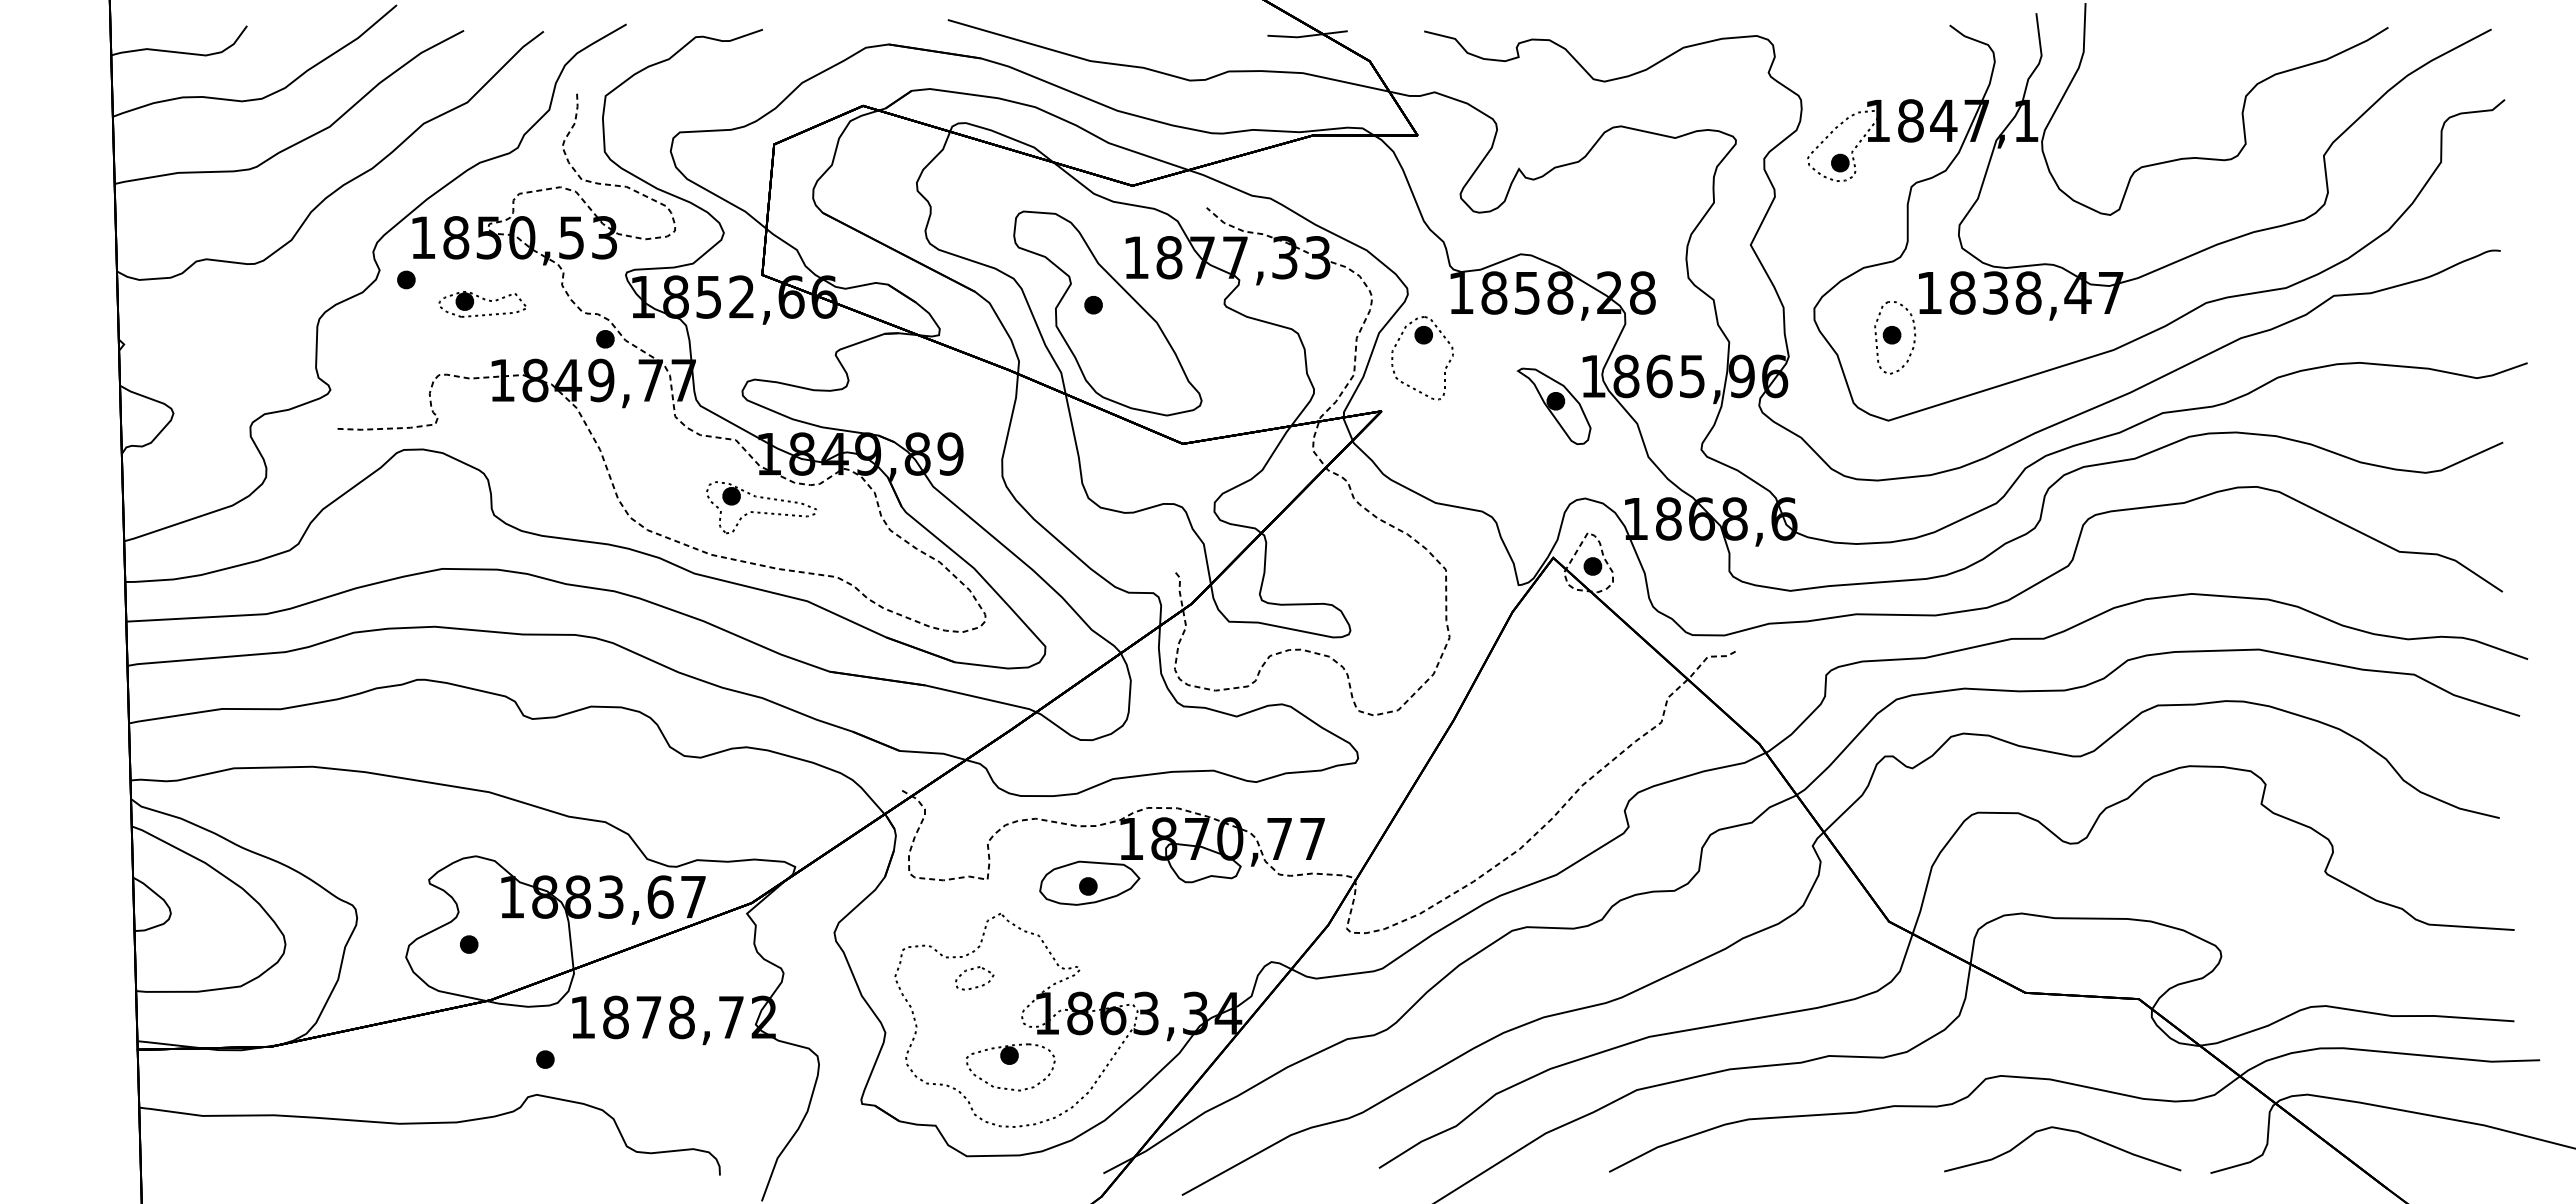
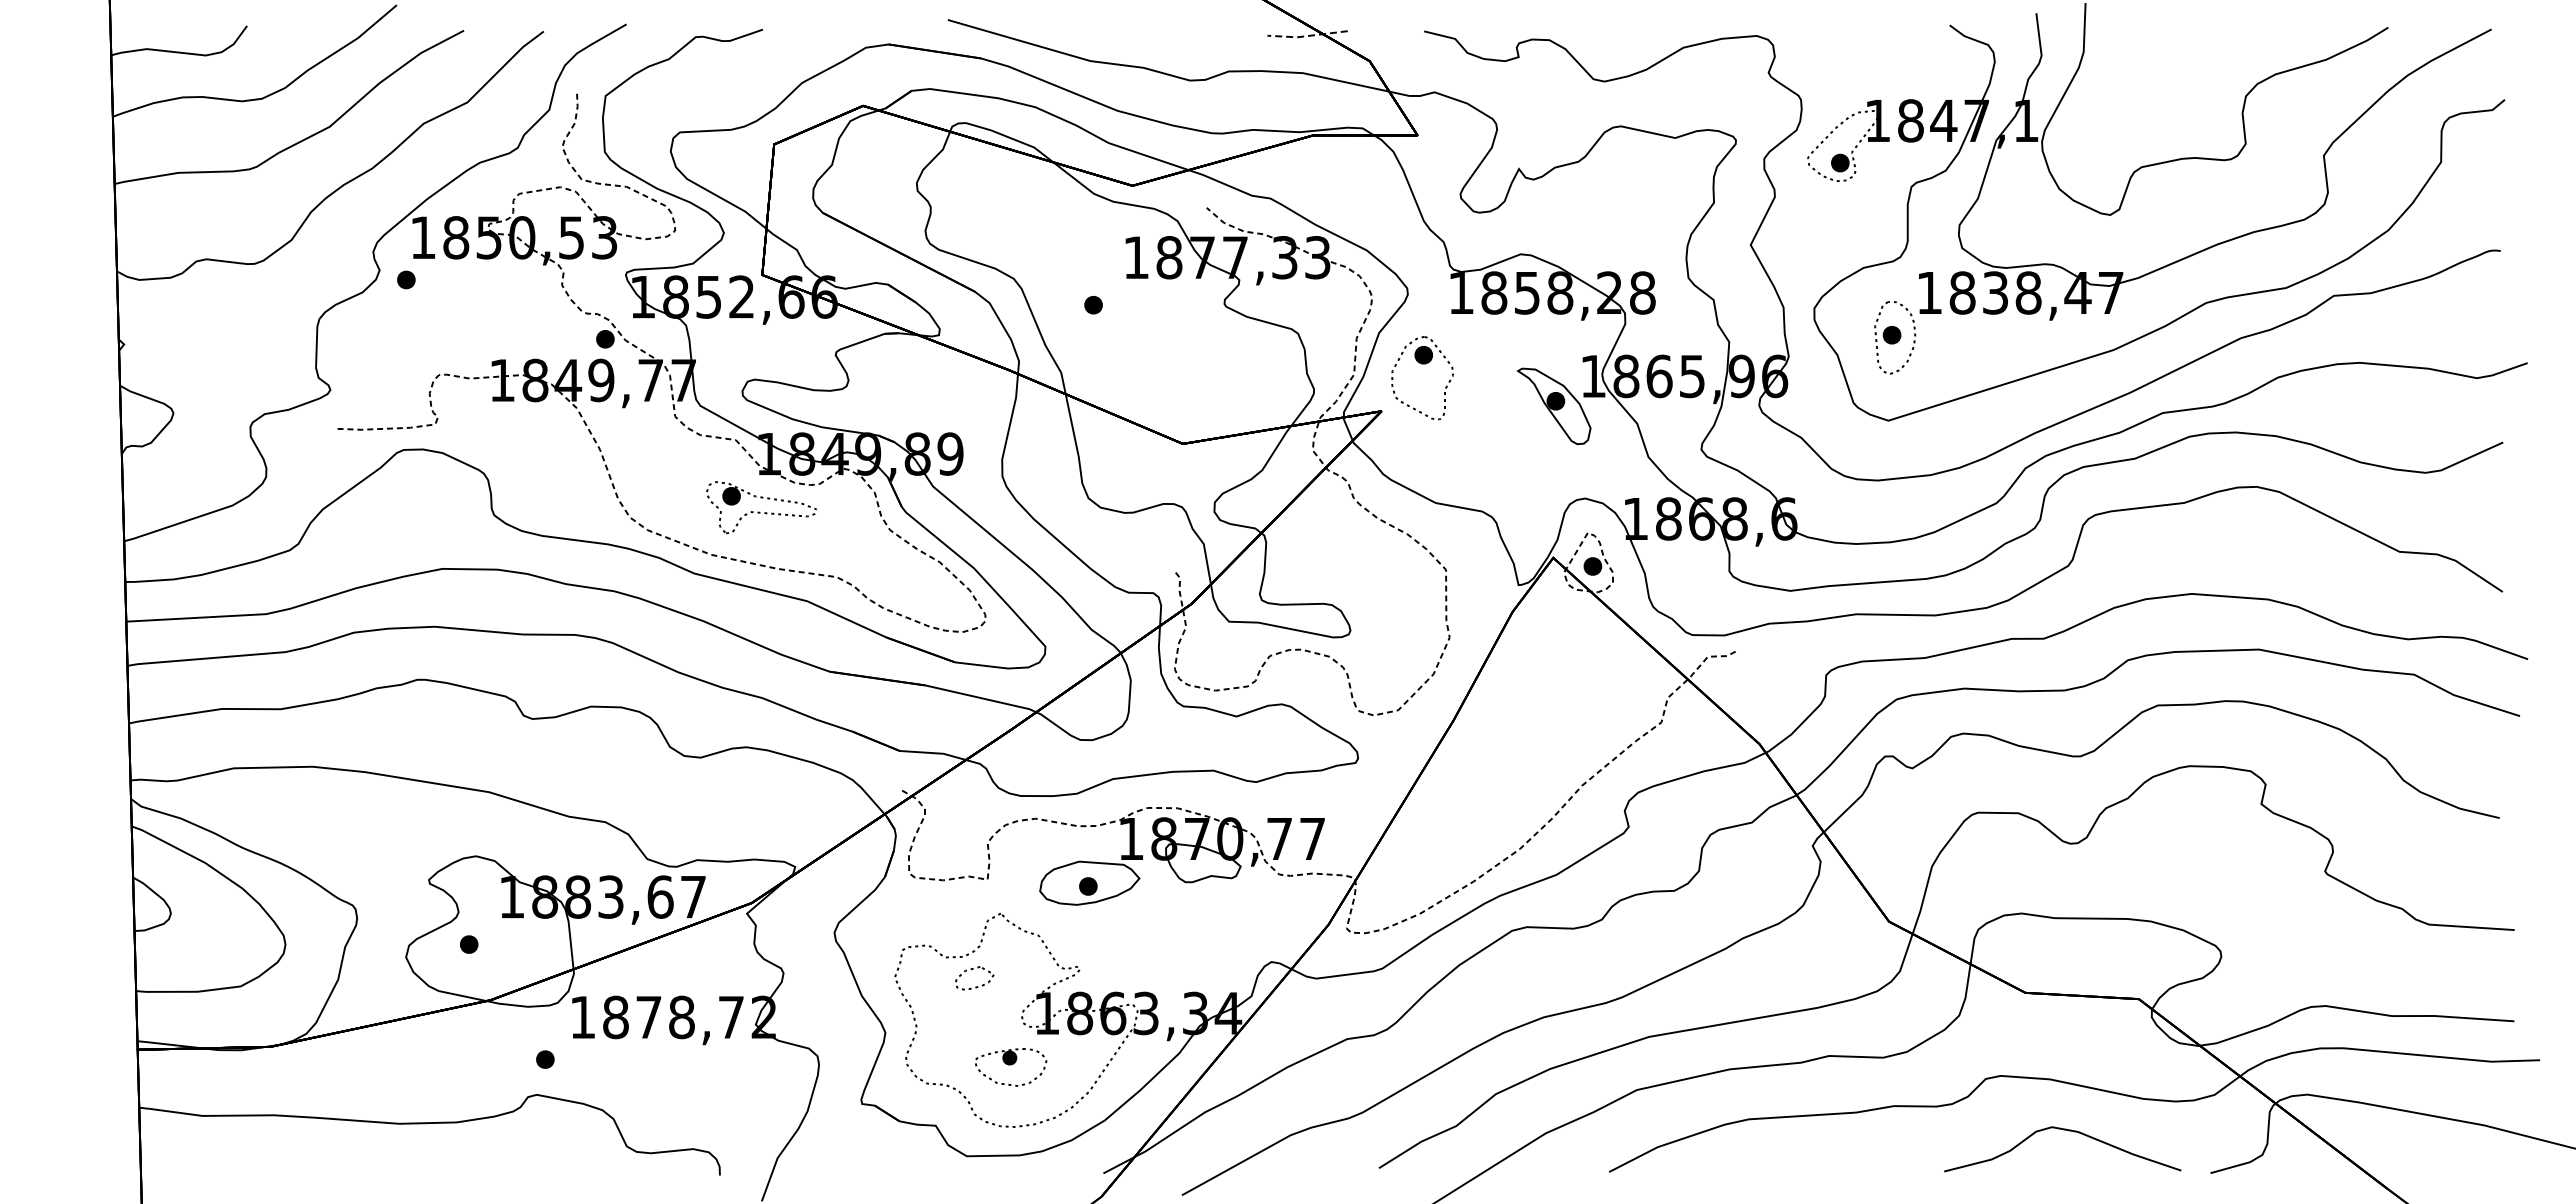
line at (1307, 36): solid -> dashed
part at (482, 304): present -> none
part at (1107, 313): present -> none
part at (1422, 344) position: (1422, 344) -> (1422, 364)
part at (1010, 1067) size: 90x49 px -> 73x39 px
